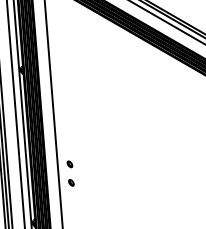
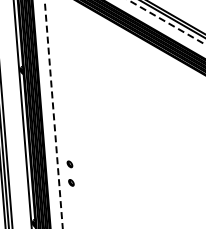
line at (166, 22): solid -> dashed
line at (15, 113): present -> none
line at (53, 114): solid -> dashed
